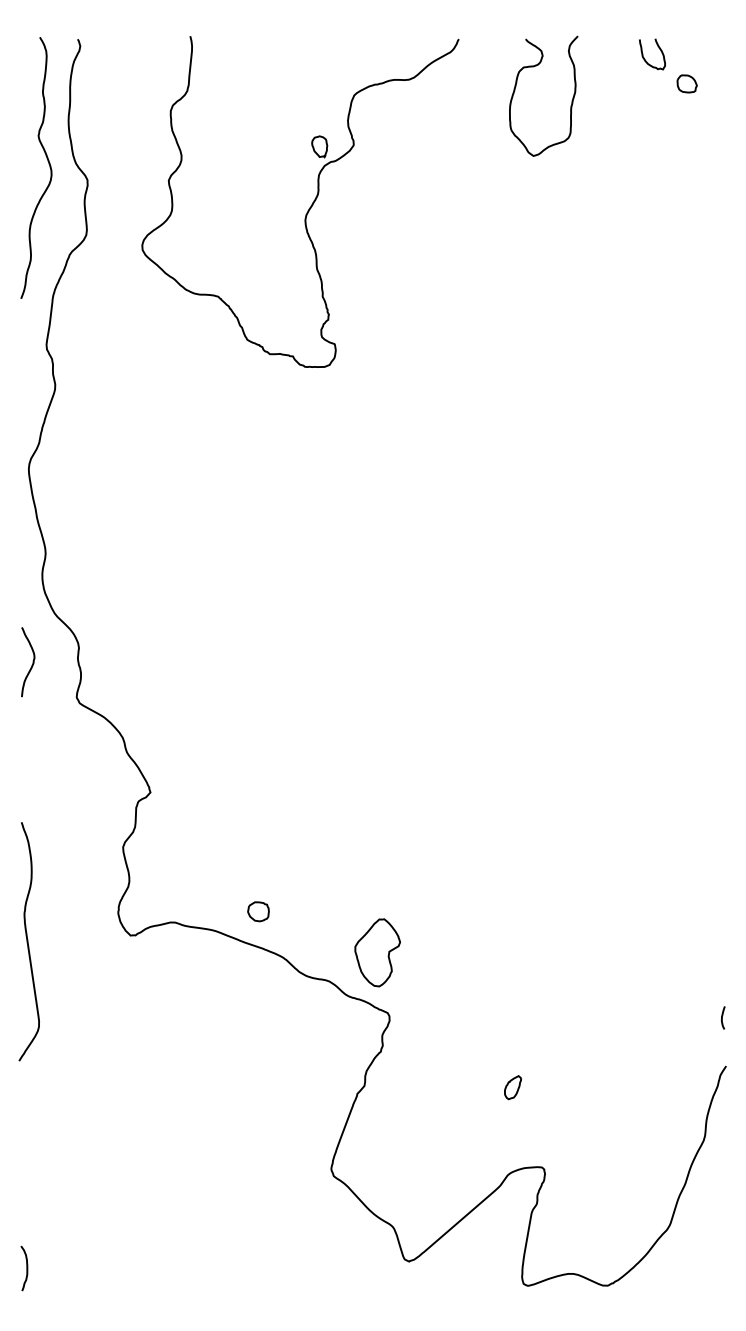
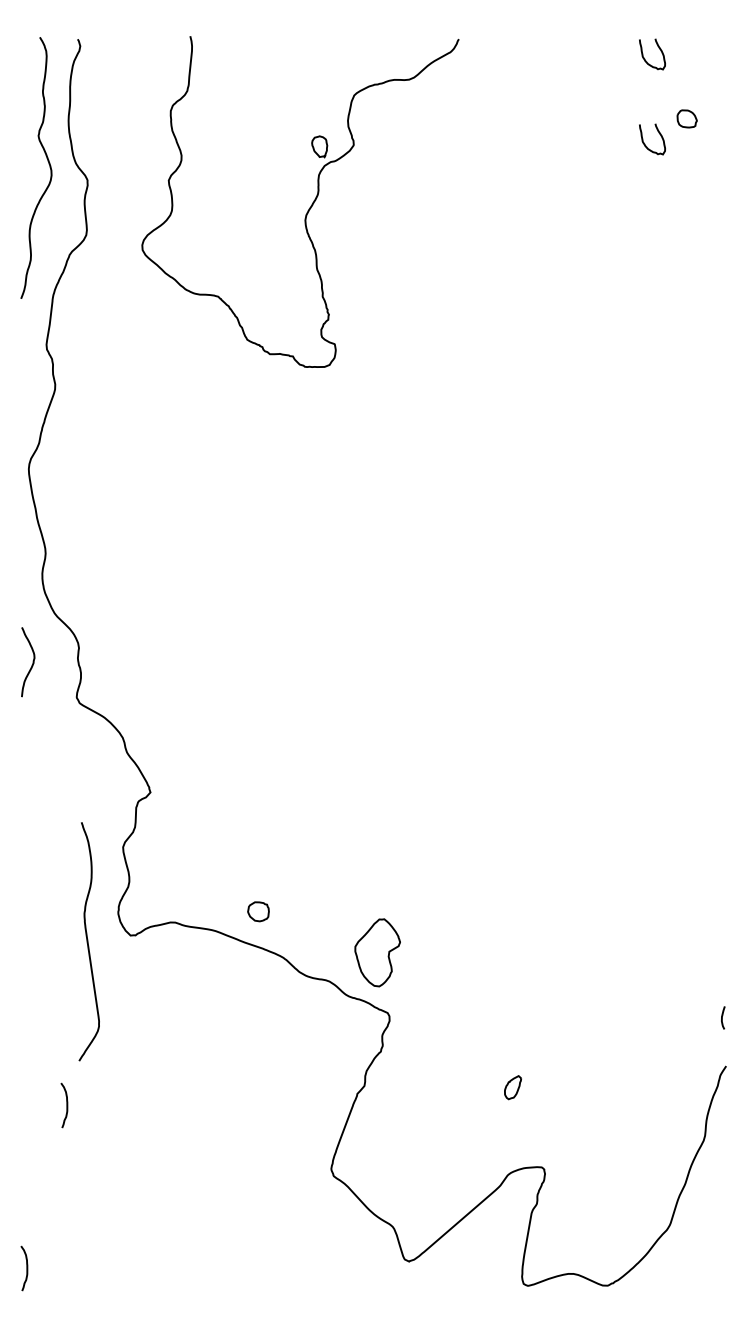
part at (686, 83) position: (686, 83) -> (686, 118)
curve at (515, 90): present -> none
curve at (658, 133): none -> present
curve at (28, 941) position: (28, 941) -> (88, 941)
curve at (66, 1105): none -> present
